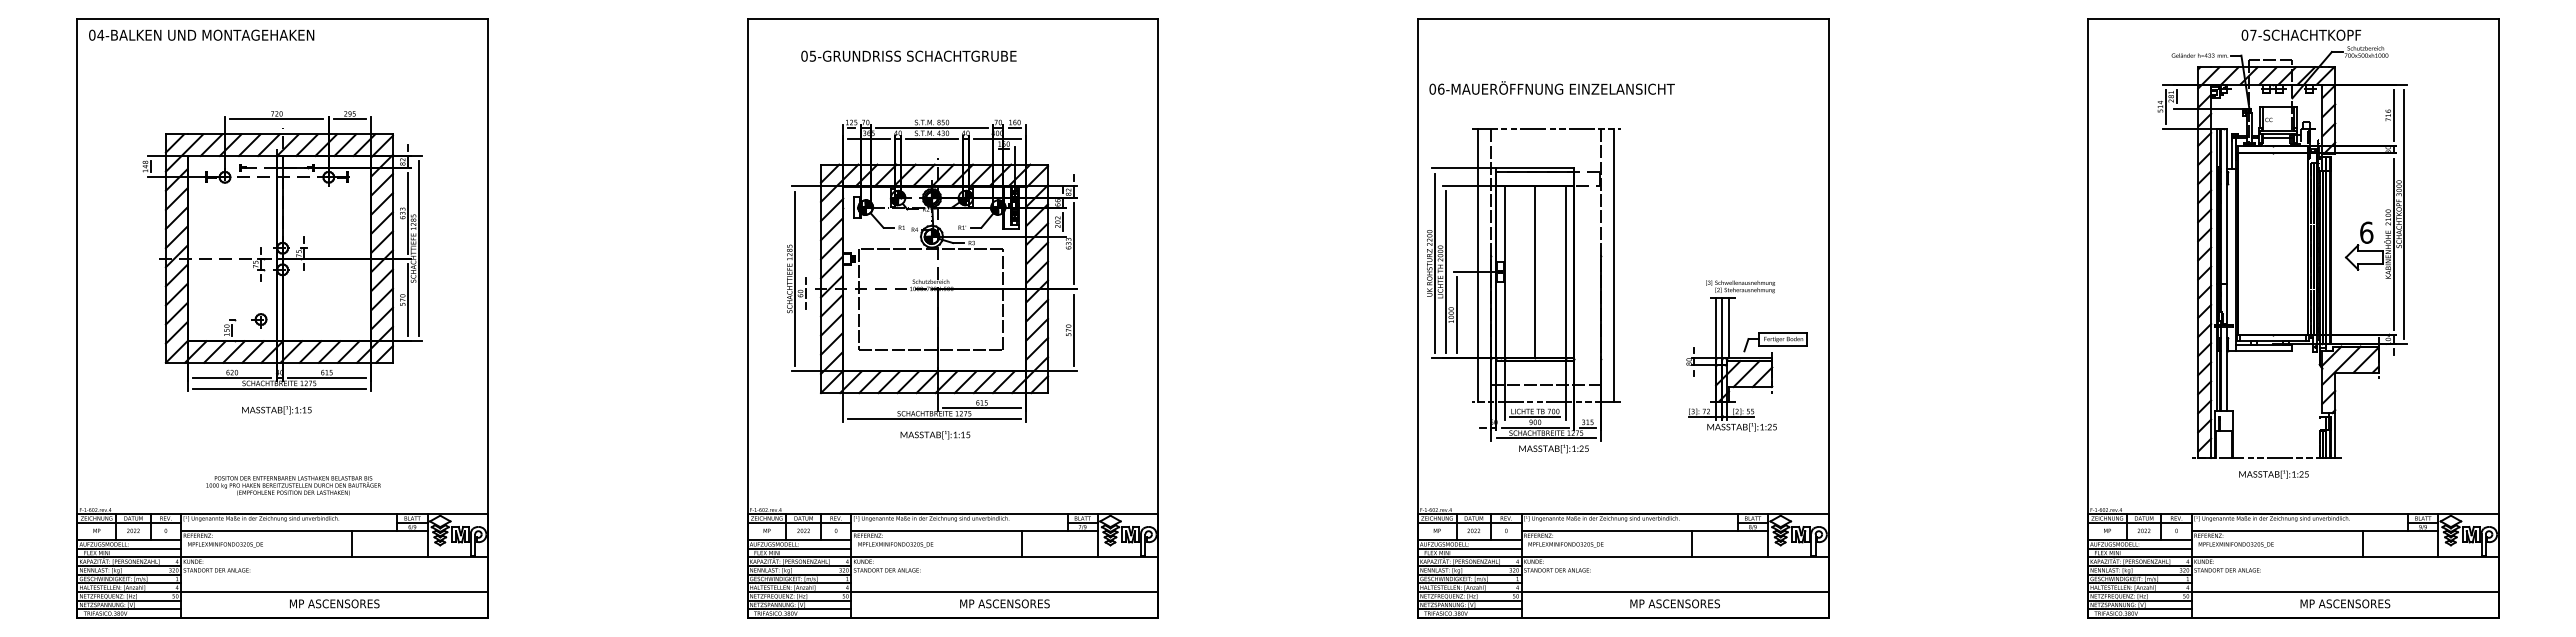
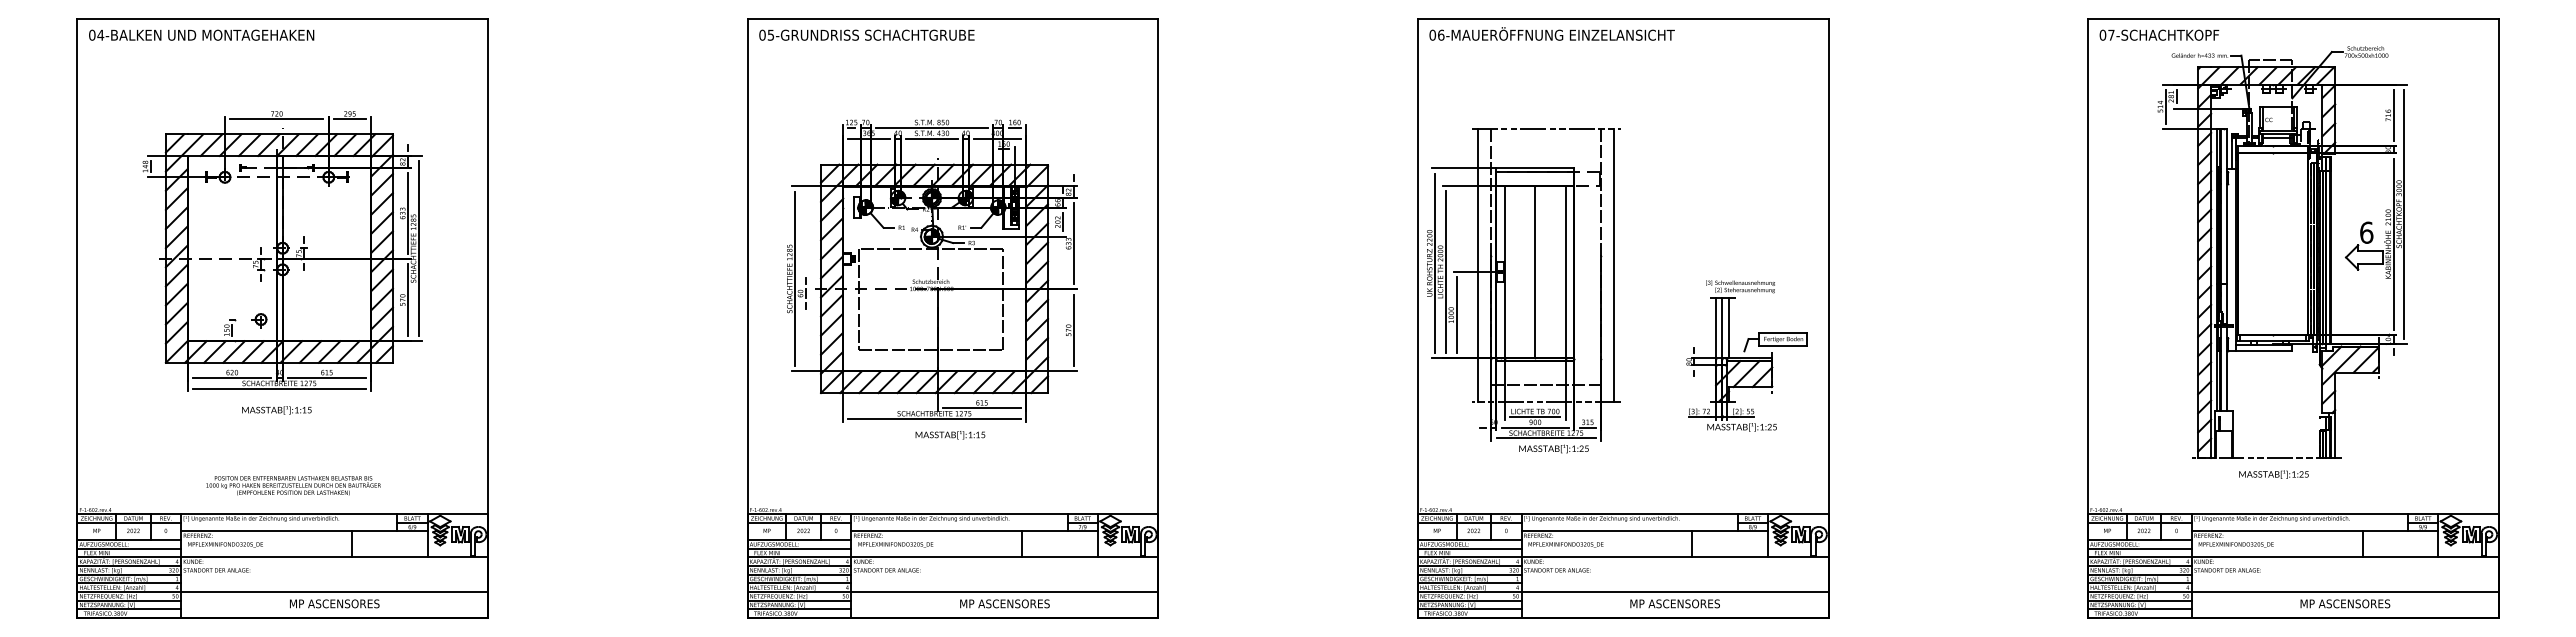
text at (2301, 34) position: (2301, 34) -> (2159, 34)
text at (908, 55) position: (908, 55) -> (866, 34)
text at (1551, 87) position: (1551, 87) -> (1551, 33)
text at (935, 435) position: (935, 435) -> (950, 435)
